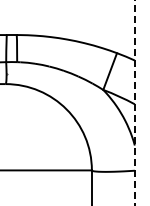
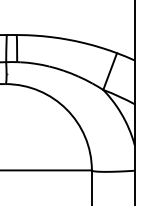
line at (134, 102): dashed -> solid
